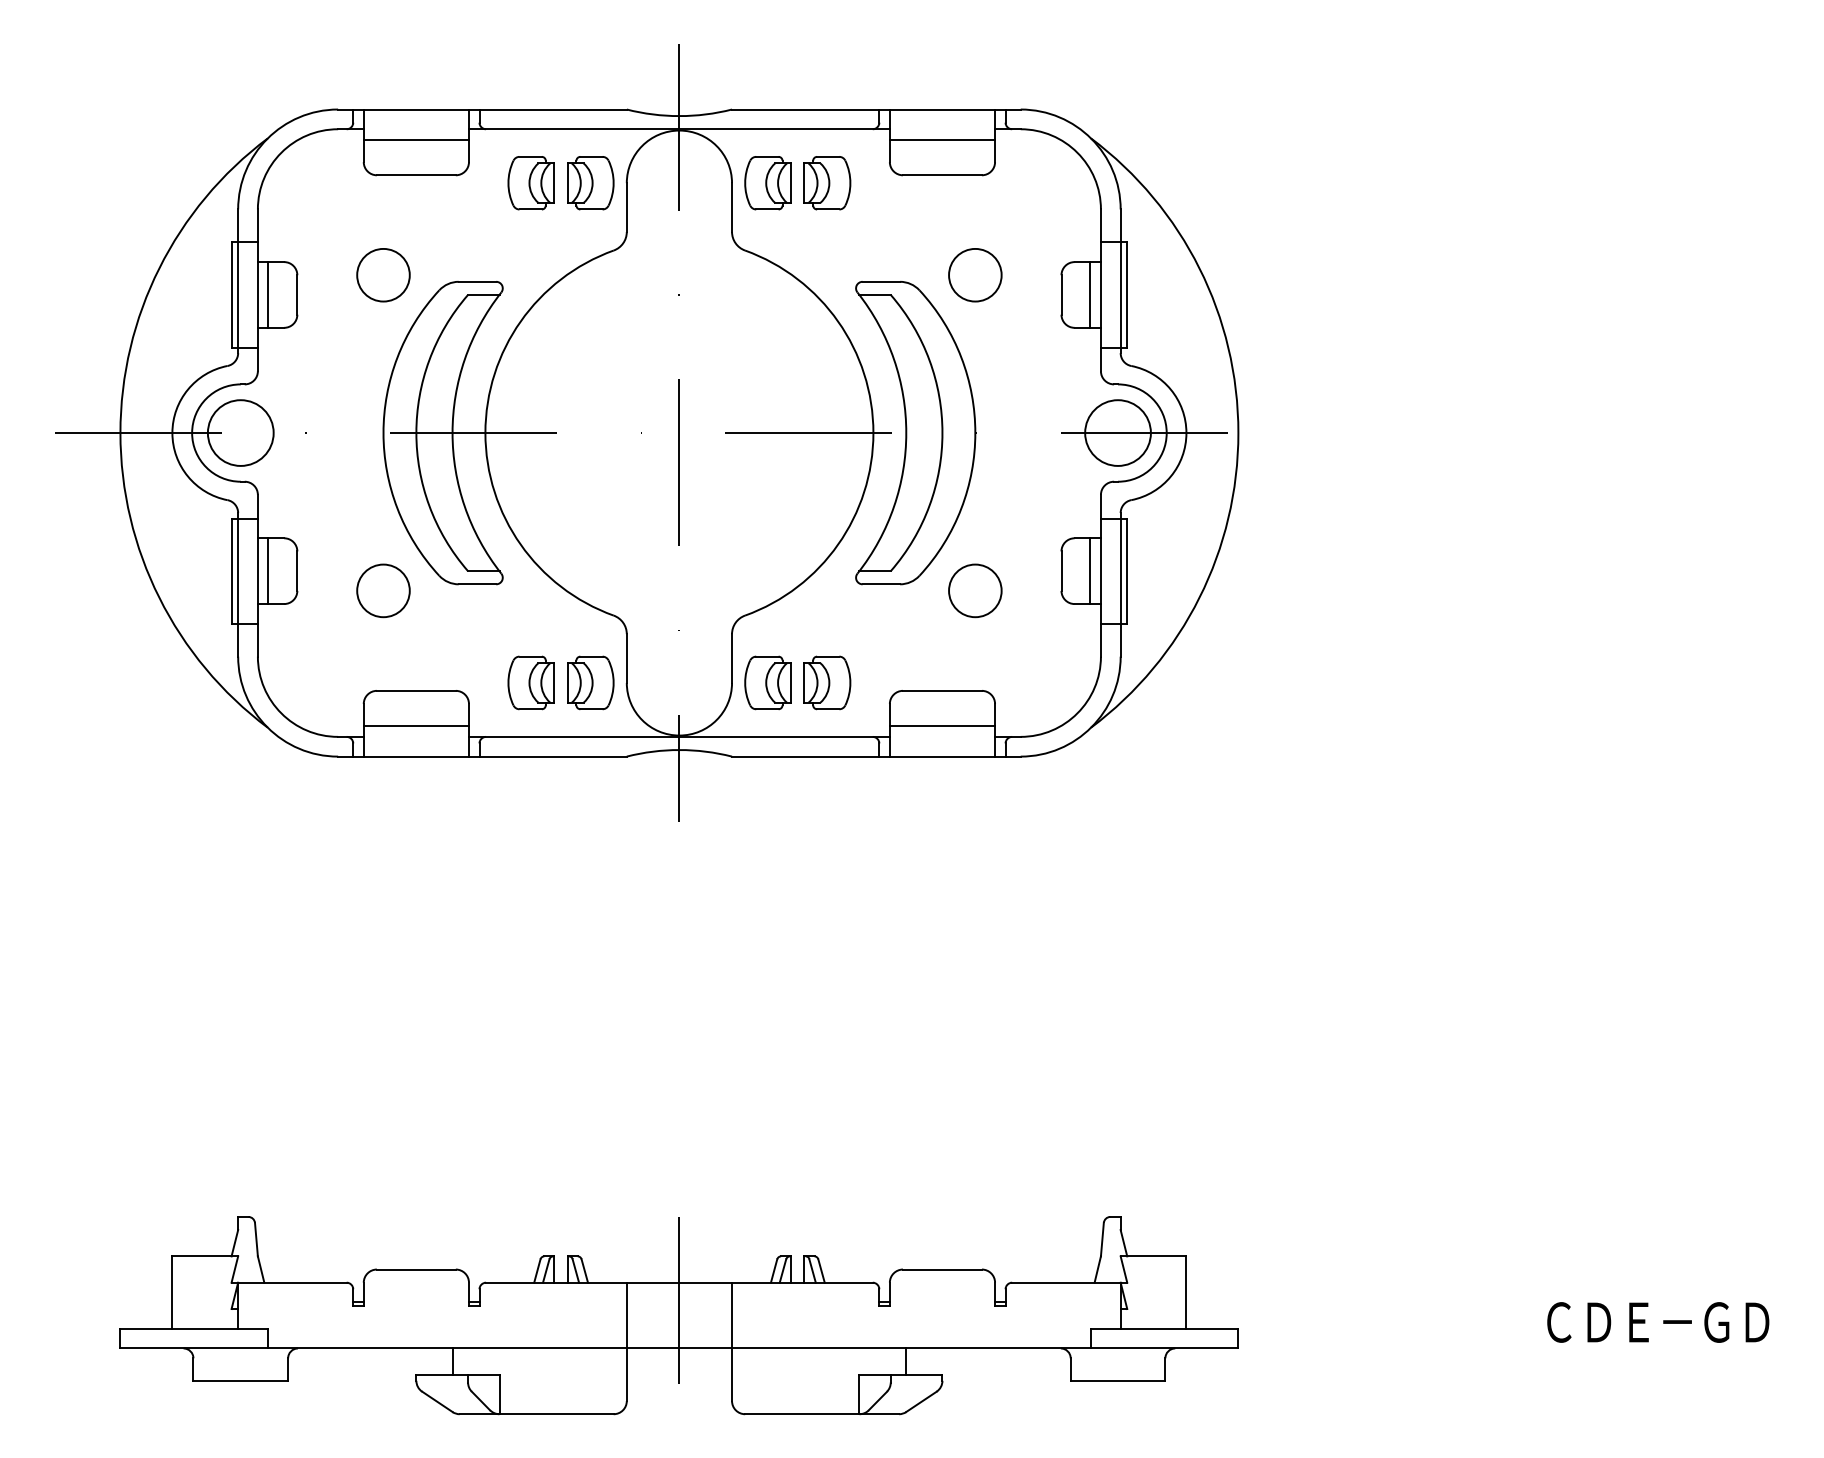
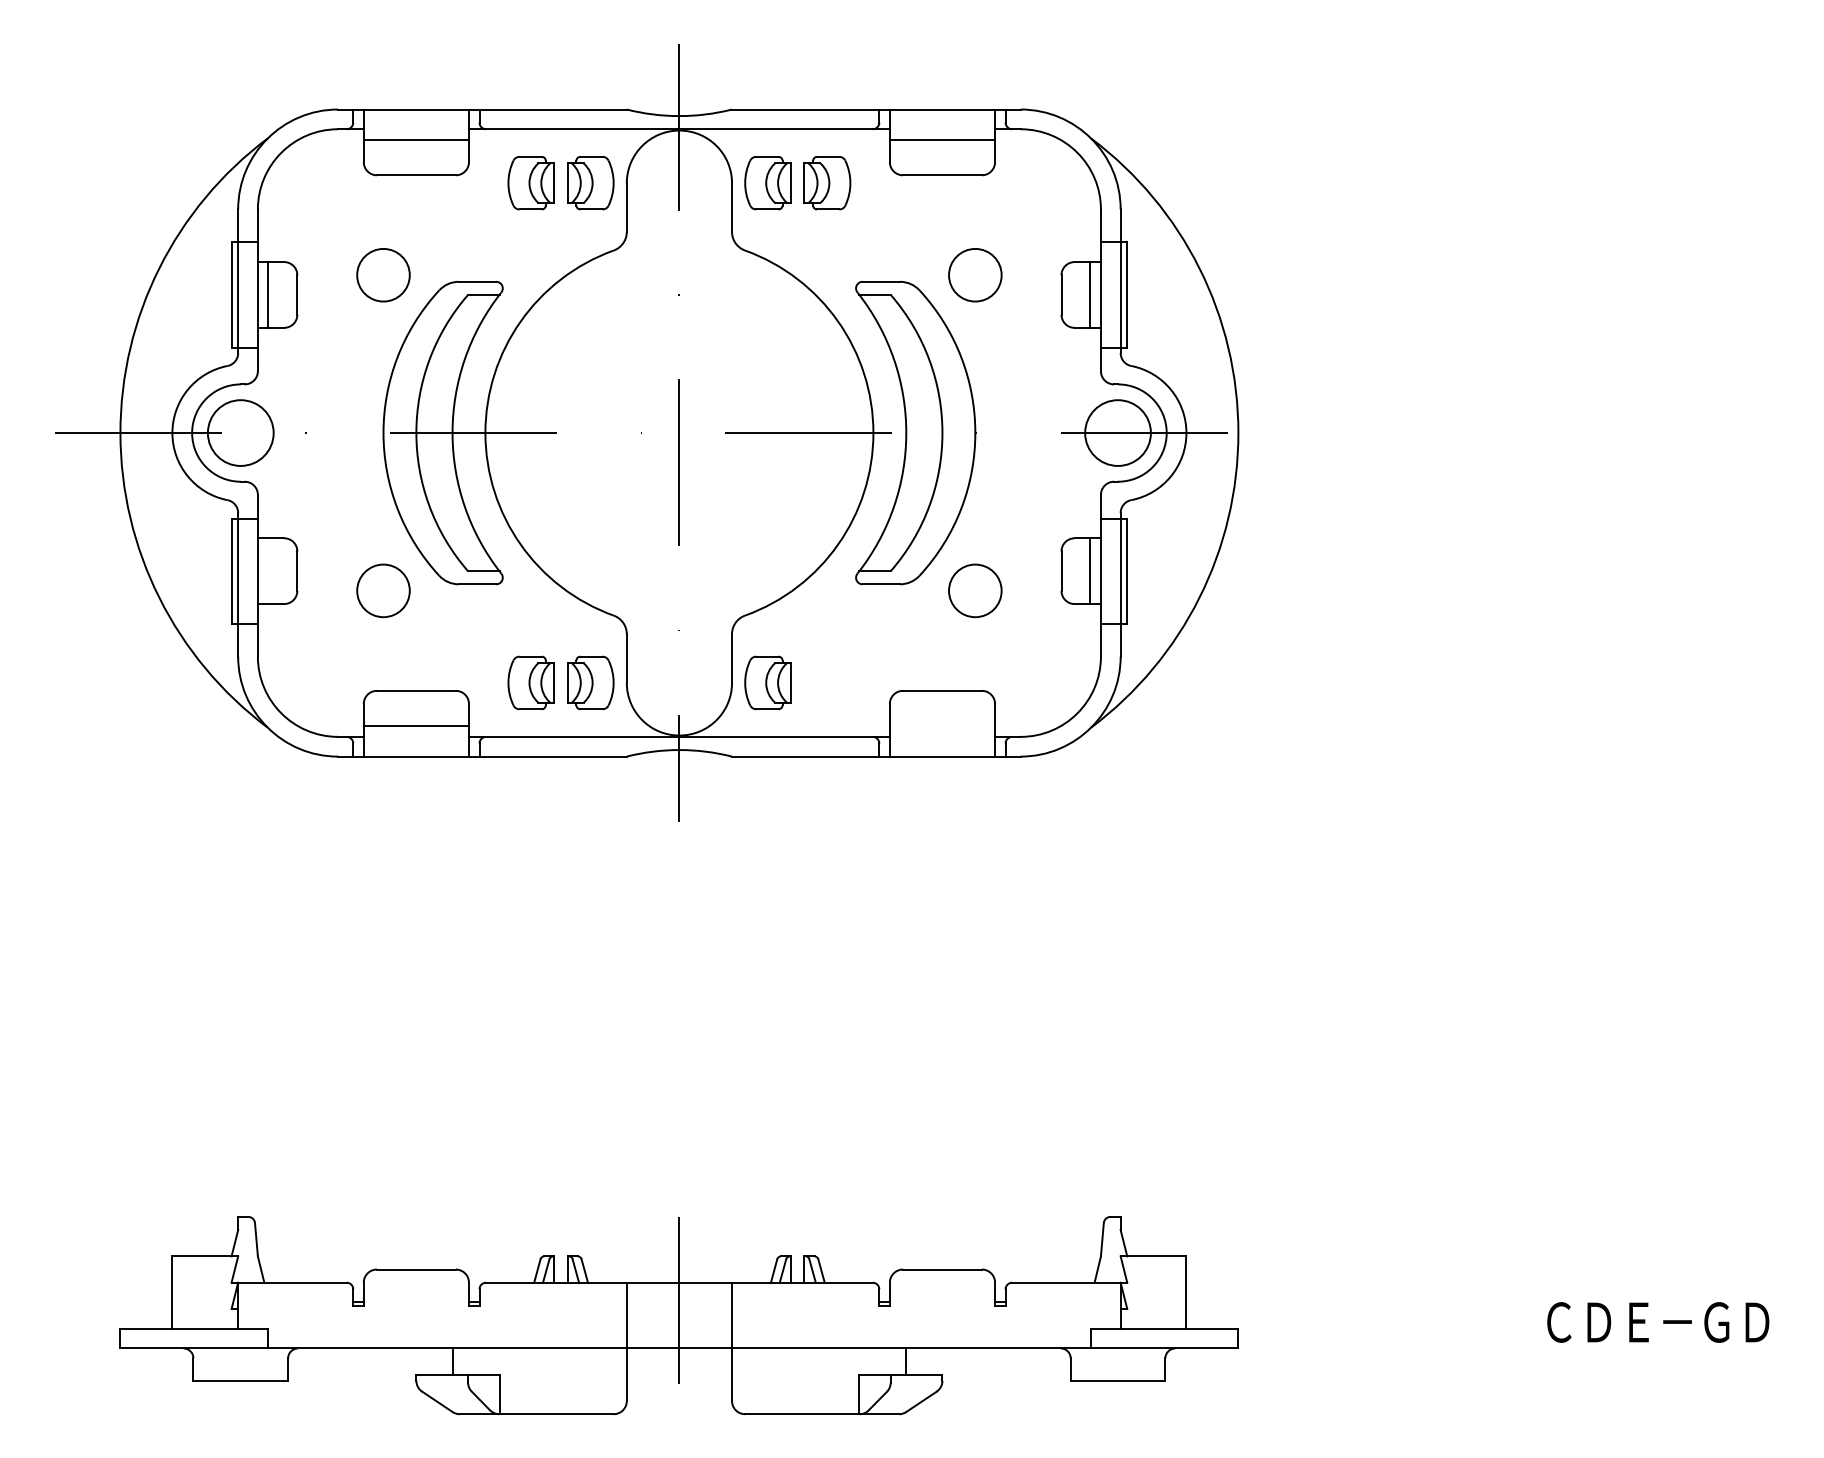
line at (268, 571): present -> none
part at (827, 682): present -> none
line at (942, 726): present -> none
